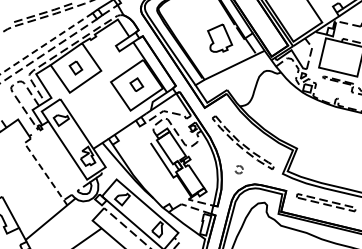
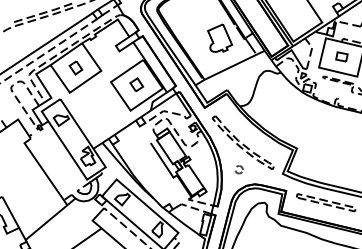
line at (46, 44): dashed -> solid
part at (341, 56): none -> present
line at (43, 170): dashed -> solid
